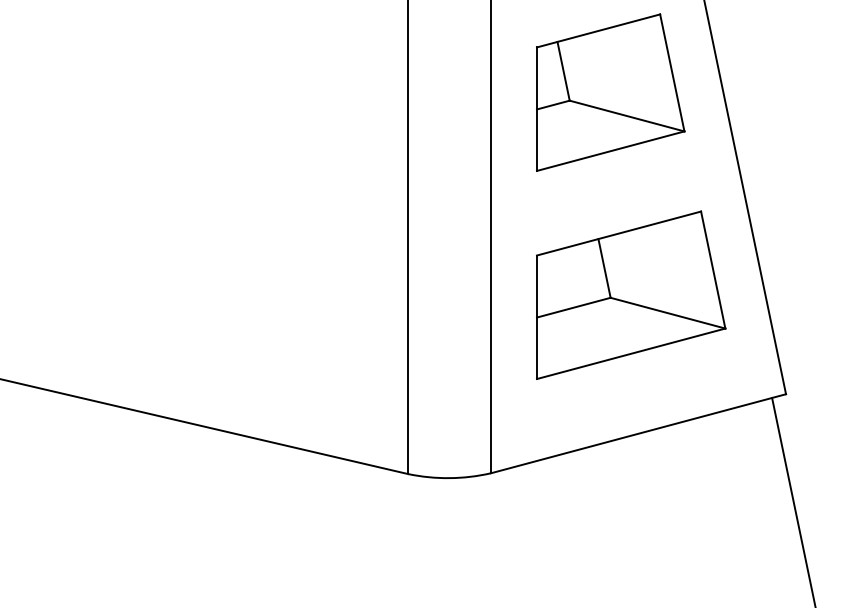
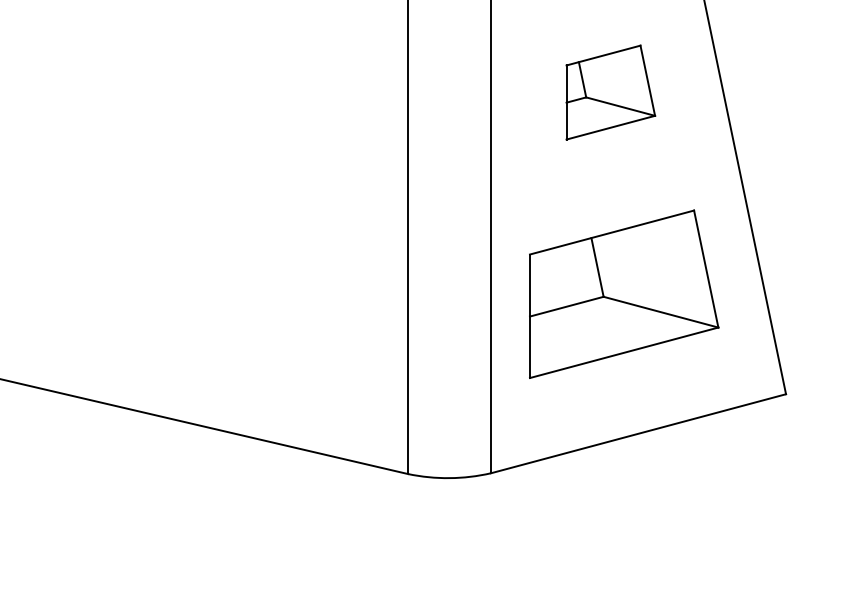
part at (610, 92) size: 150x159 px -> 92x97 px
part at (631, 294) position: (631, 294) -> (624, 293)
line at (793, 500): present -> none
